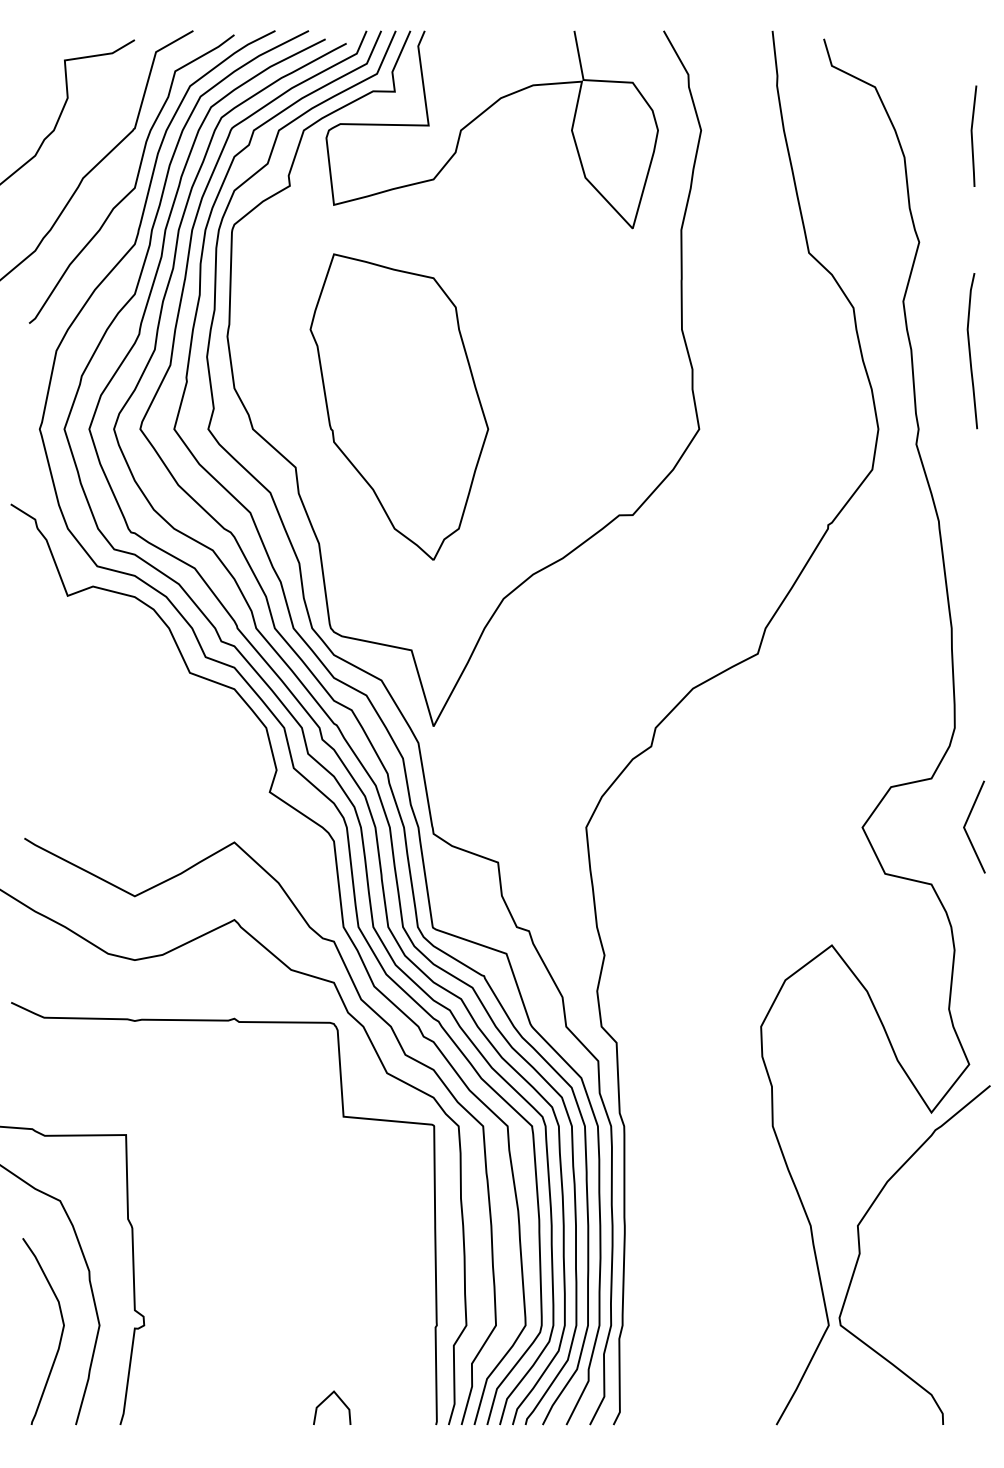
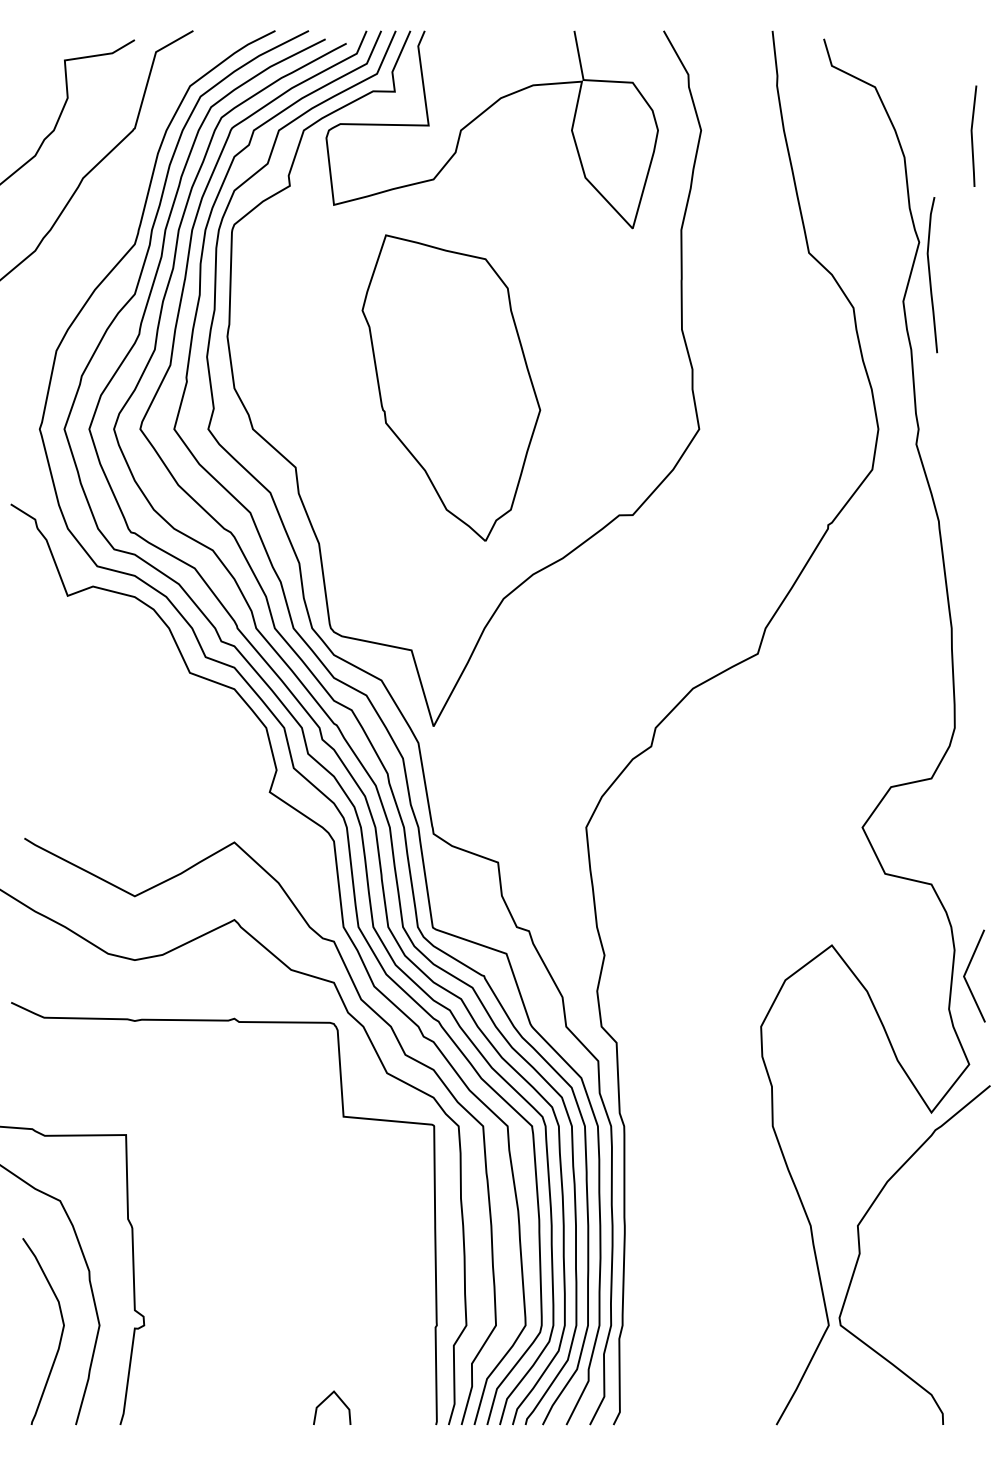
curve at (135, 180): present -> none
curve at (970, 351) position: (970, 351) -> (930, 275)
part at (399, 406) position: (399, 406) -> (451, 387)
line at (967, 822) position: (967, 822) -> (967, 971)
